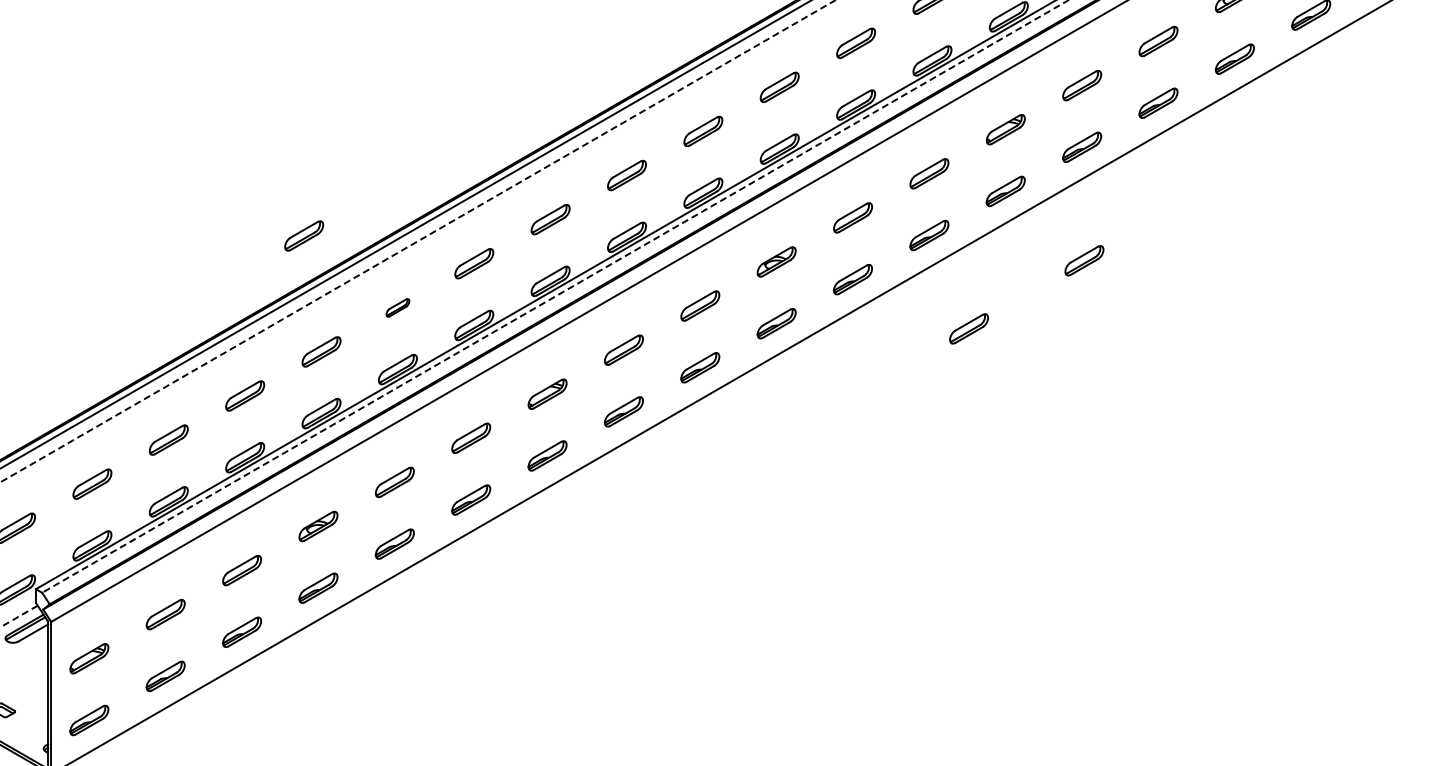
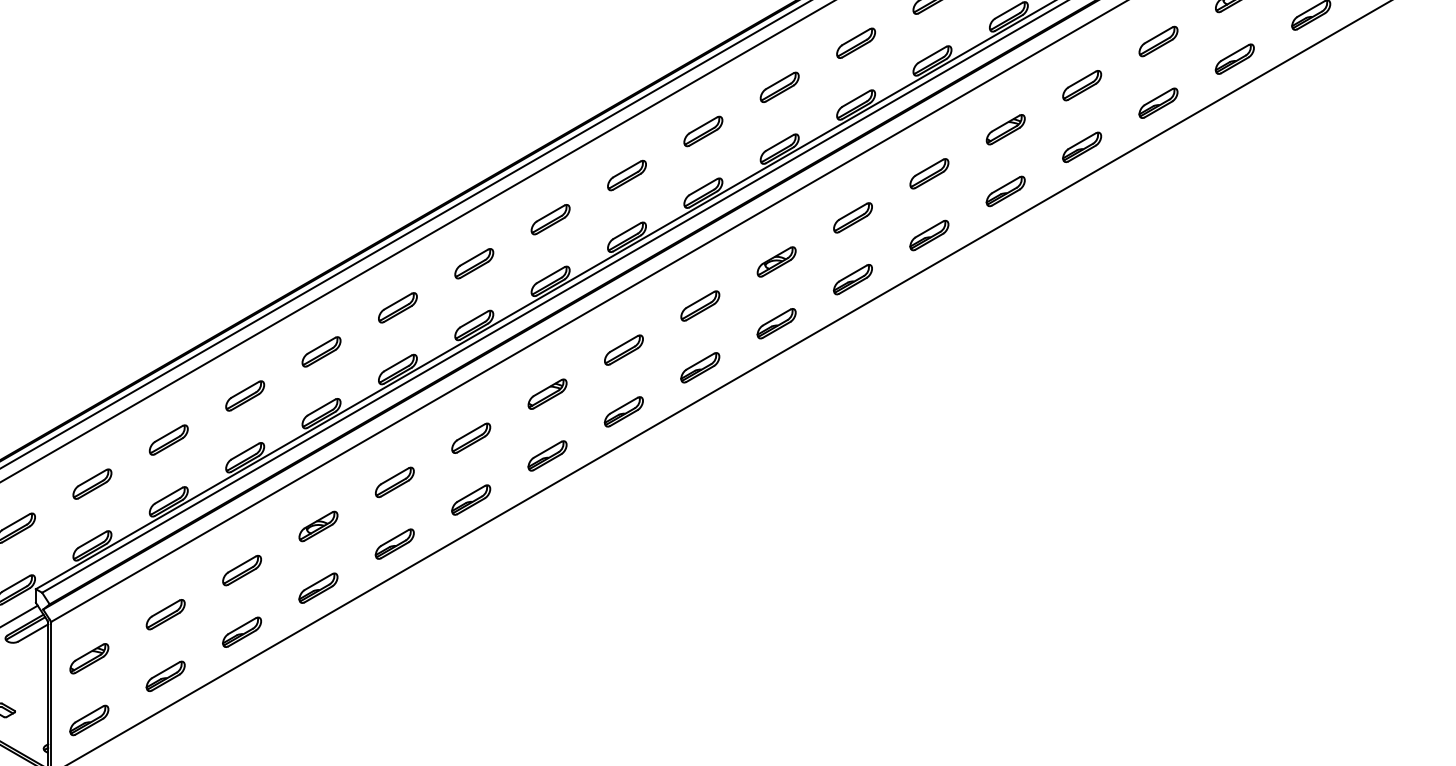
part at (304, 235): present -> none
line at (417, 241): dashed -> solid
part at (1084, 260): present -> none
line at (554, 296): dashed -> solid
part at (397, 307) size: 26x20 px -> 40x32 px
part at (968, 328): present -> none
line at (18, 616): dashed -> solid
